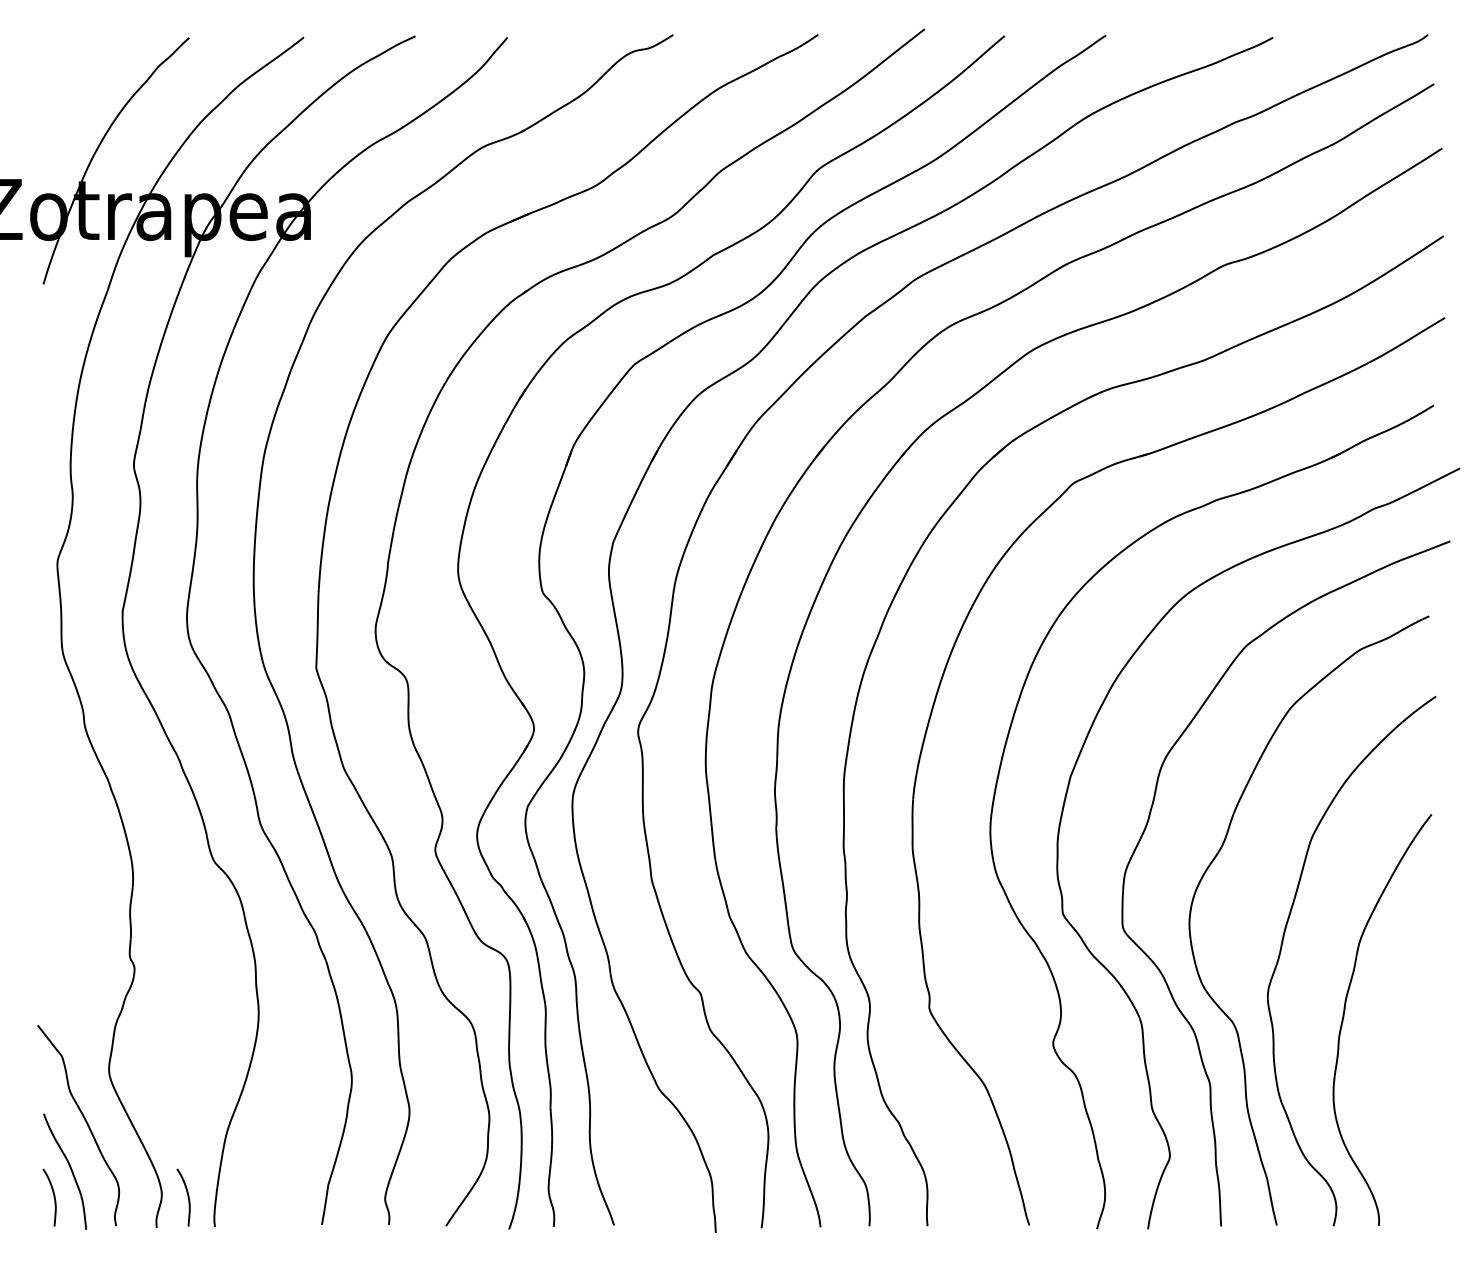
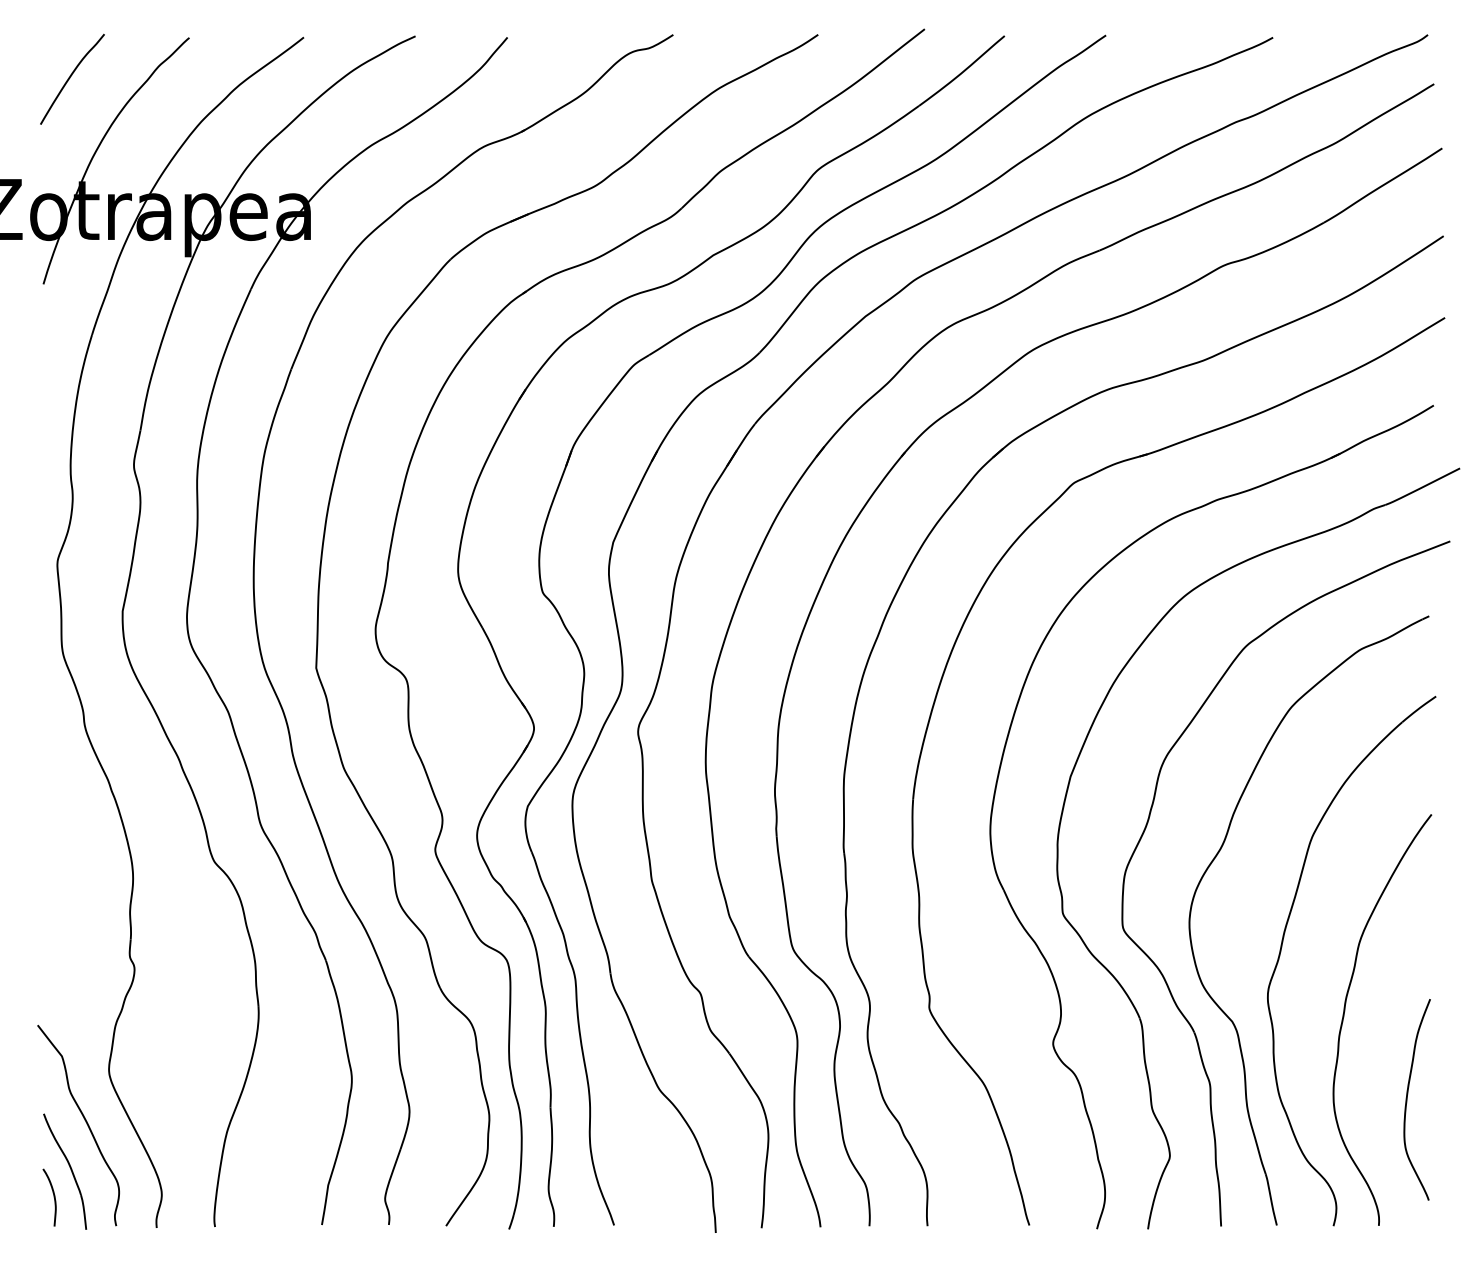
curve at (70, 78): none -> present
curve at (1407, 1099): none -> present
curve at (187, 1197): present -> none
